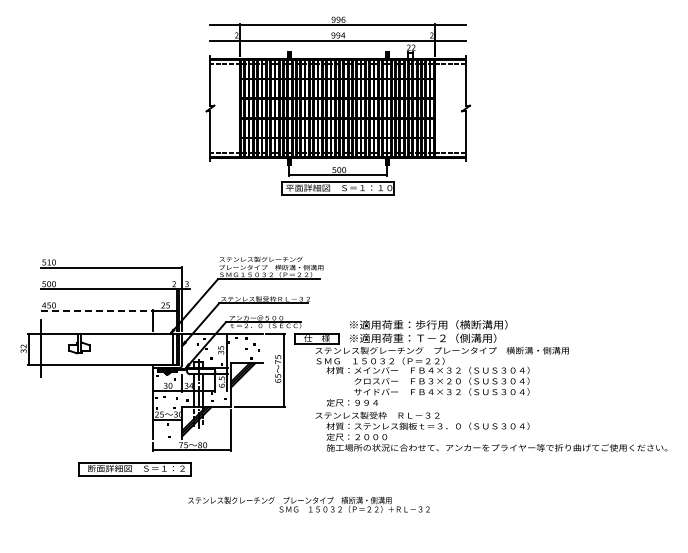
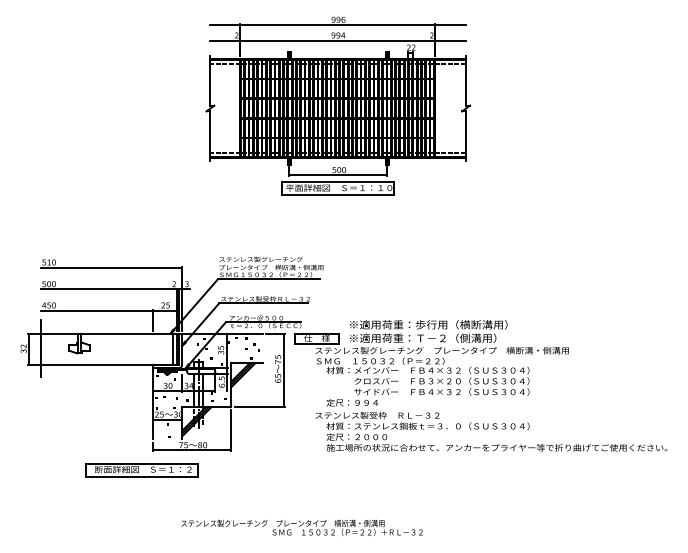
line at (97, 310): dashed -> solid
part at (134, 469) position: (134, 469) -> (141, 470)
text at (308, 504) position: (308, 504) -> (301, 527)
